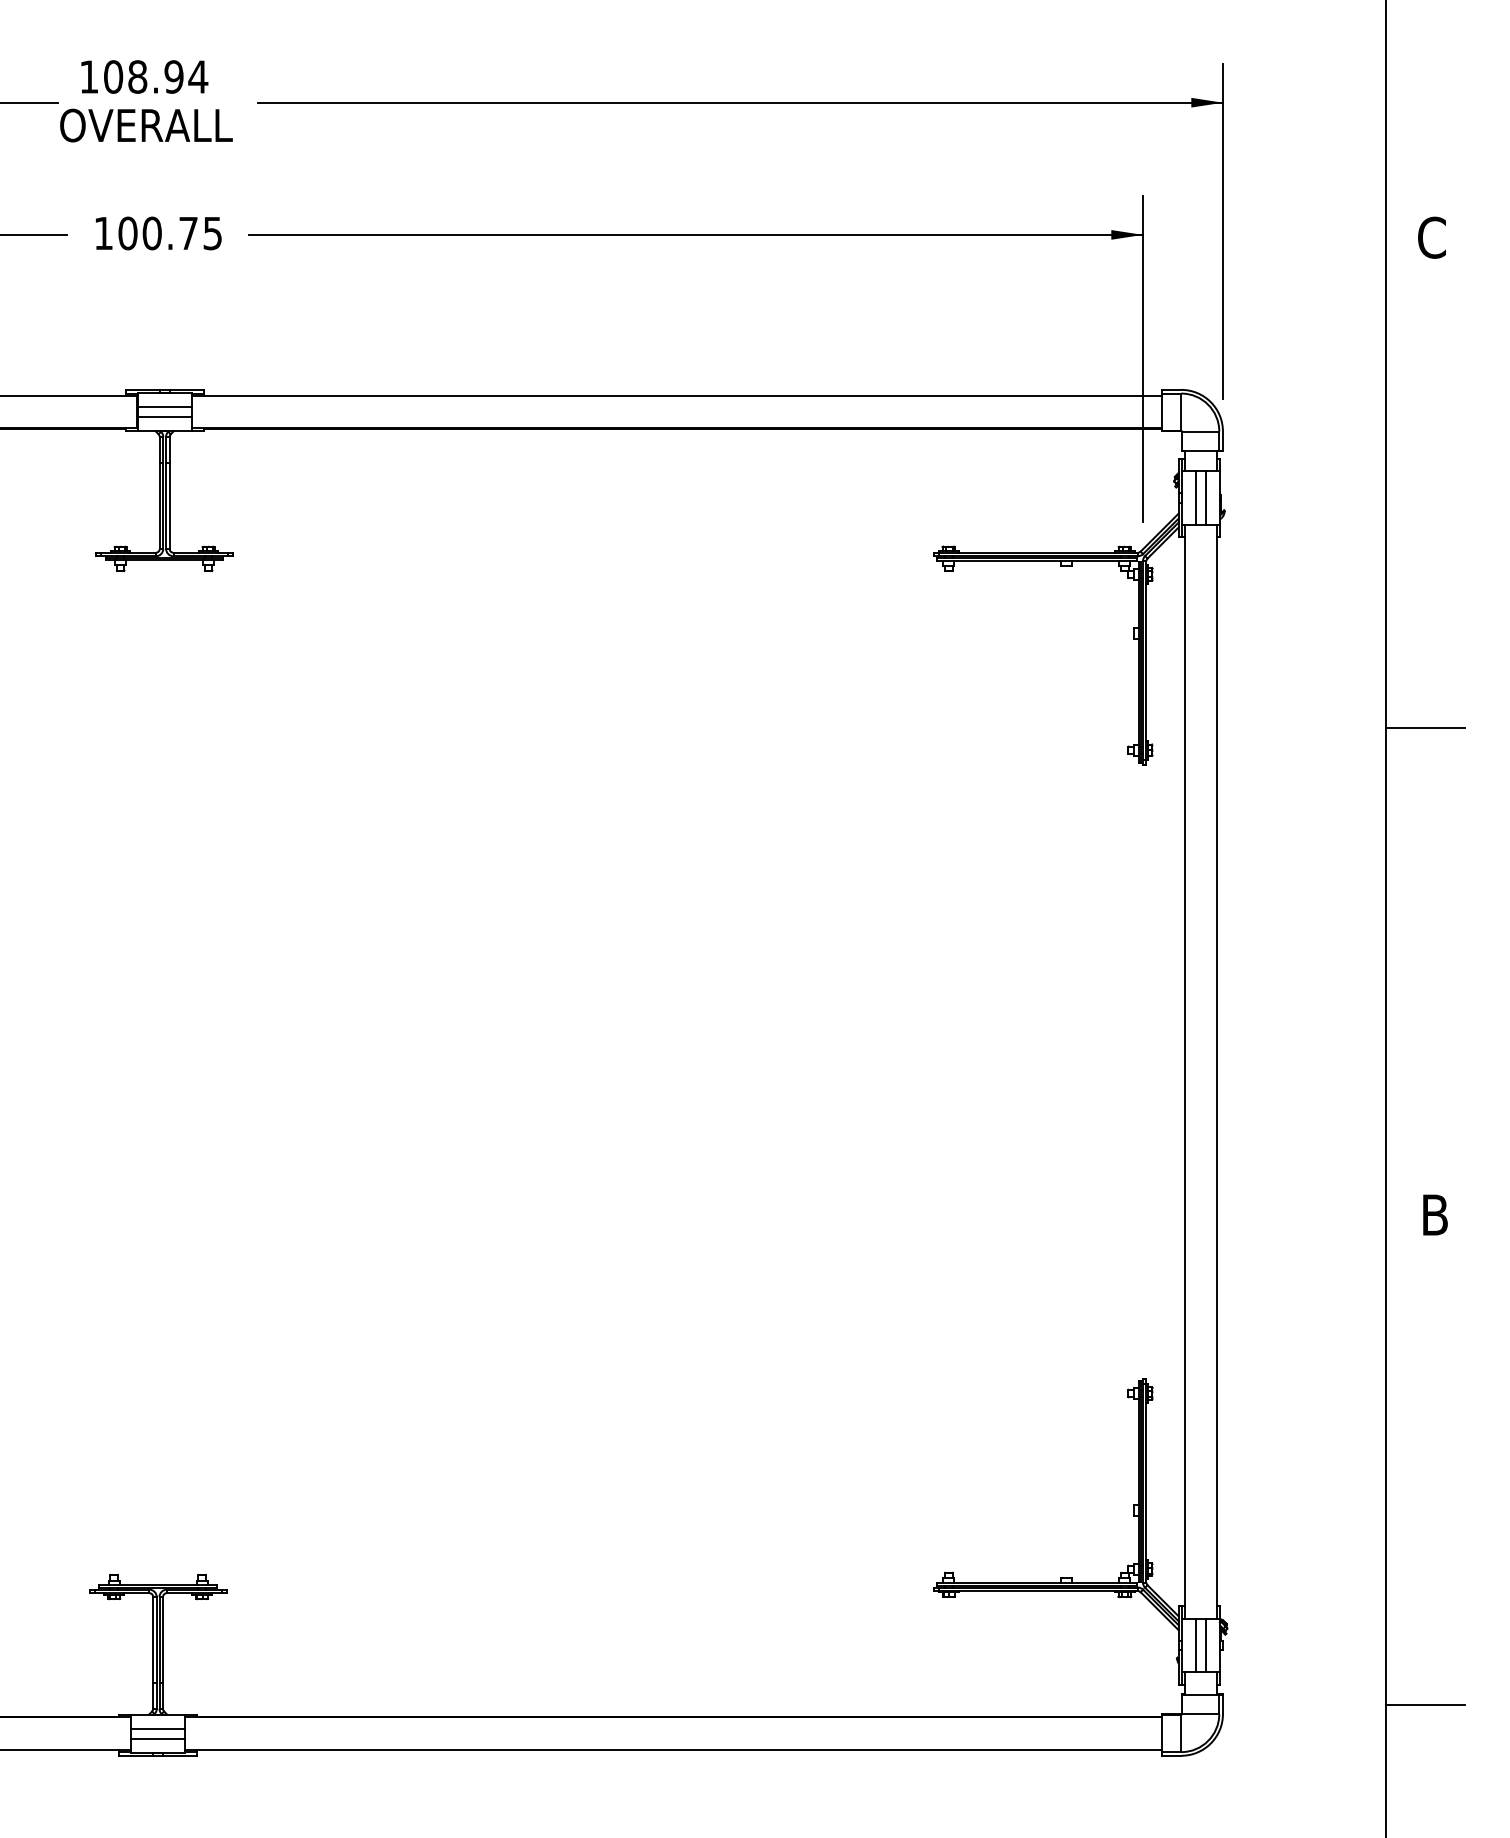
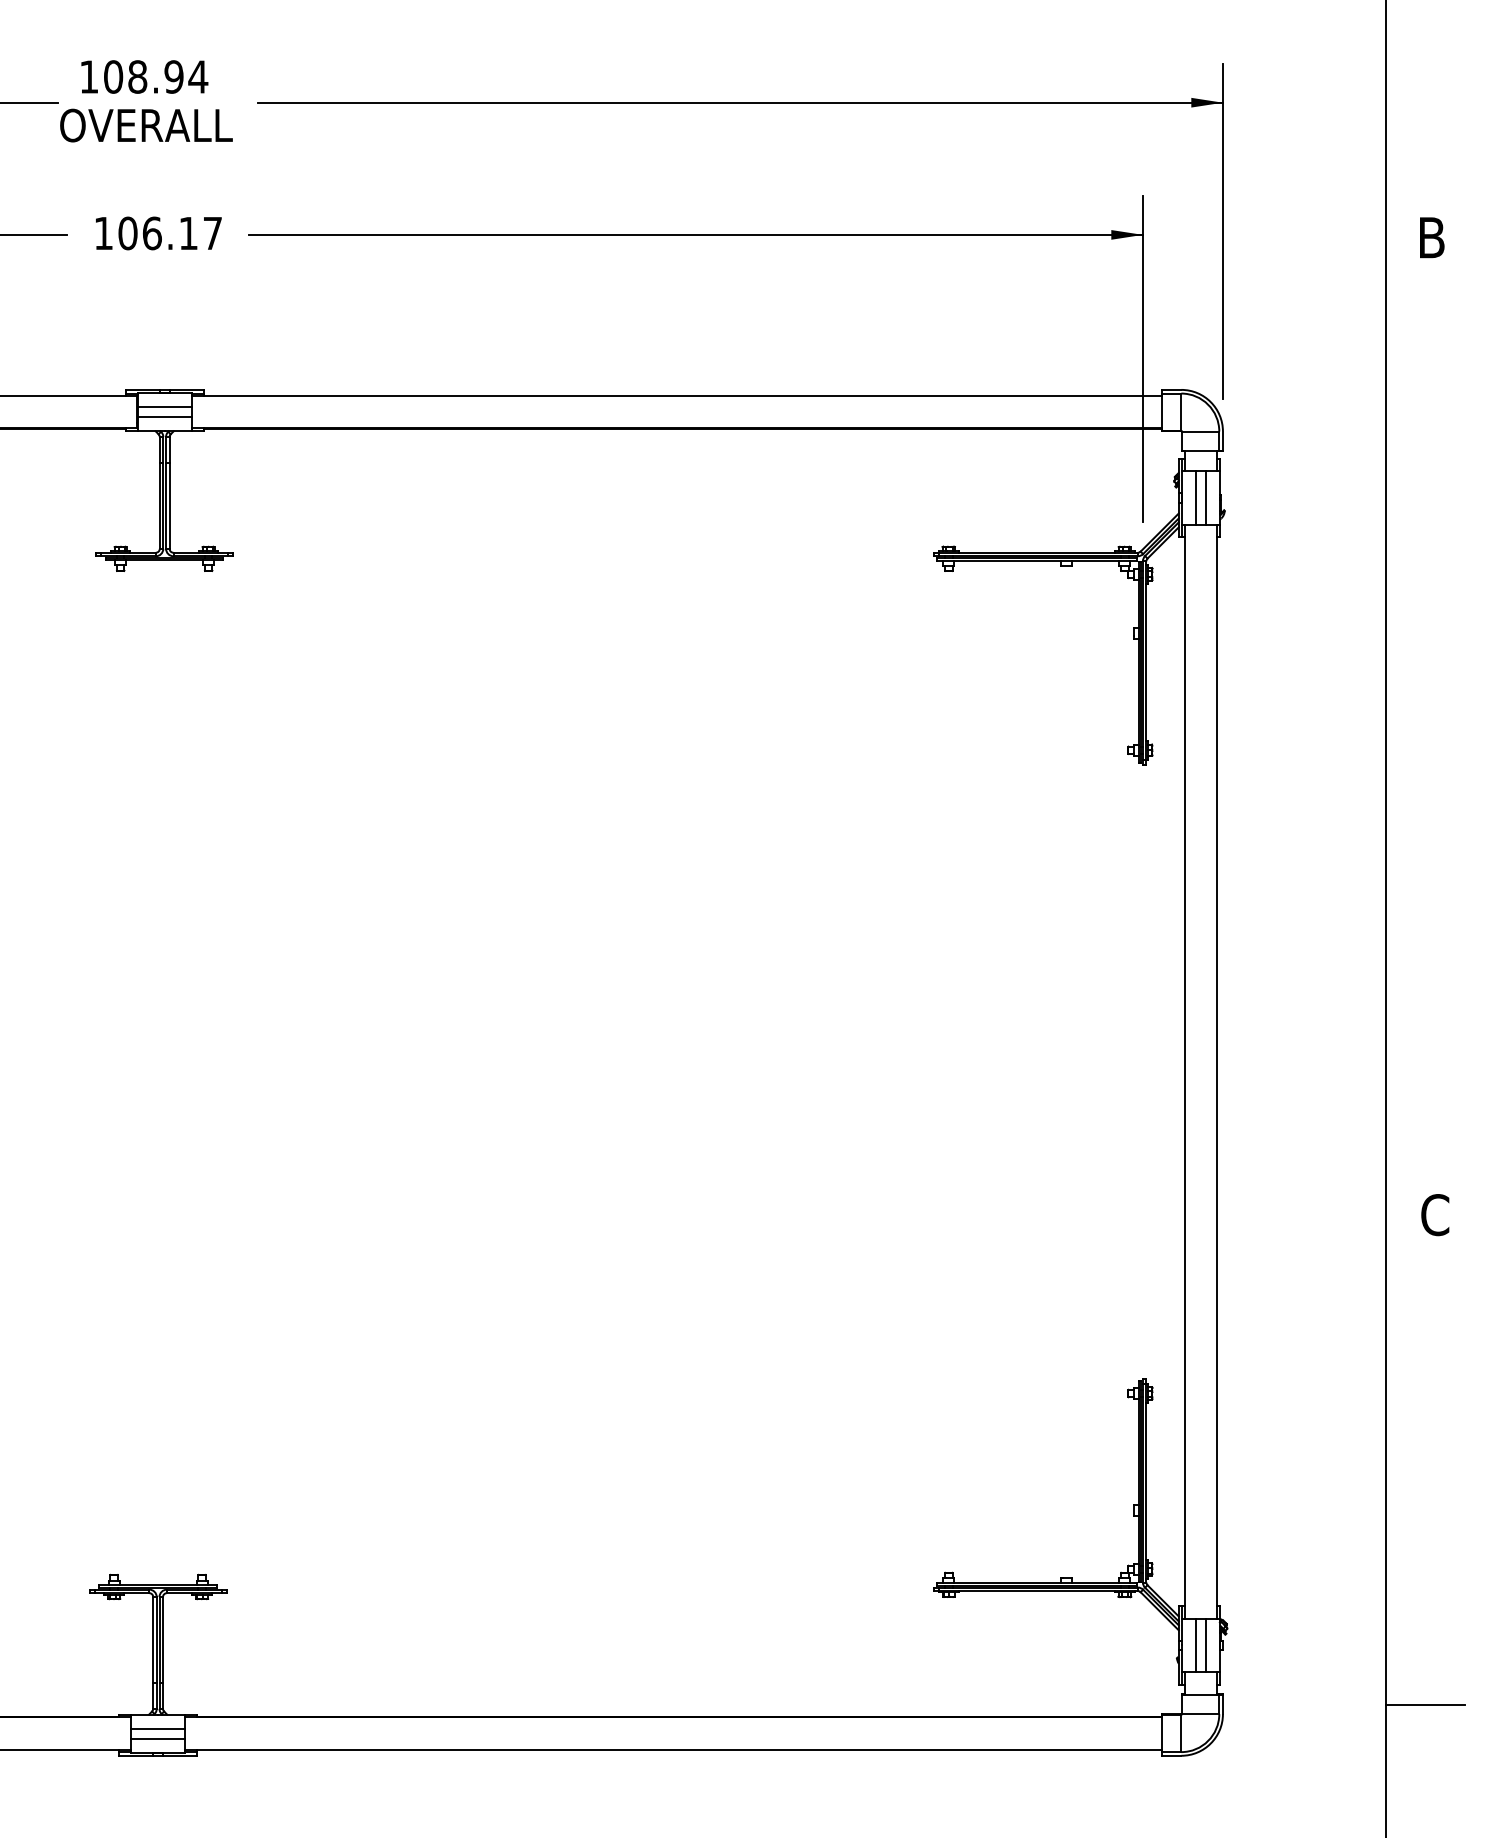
text at (181, 233): 100.75 -> 106.17
text at (1431, 237): C -> B
line at (1425, 727): present -> none
text at (1435, 1215): B -> C
